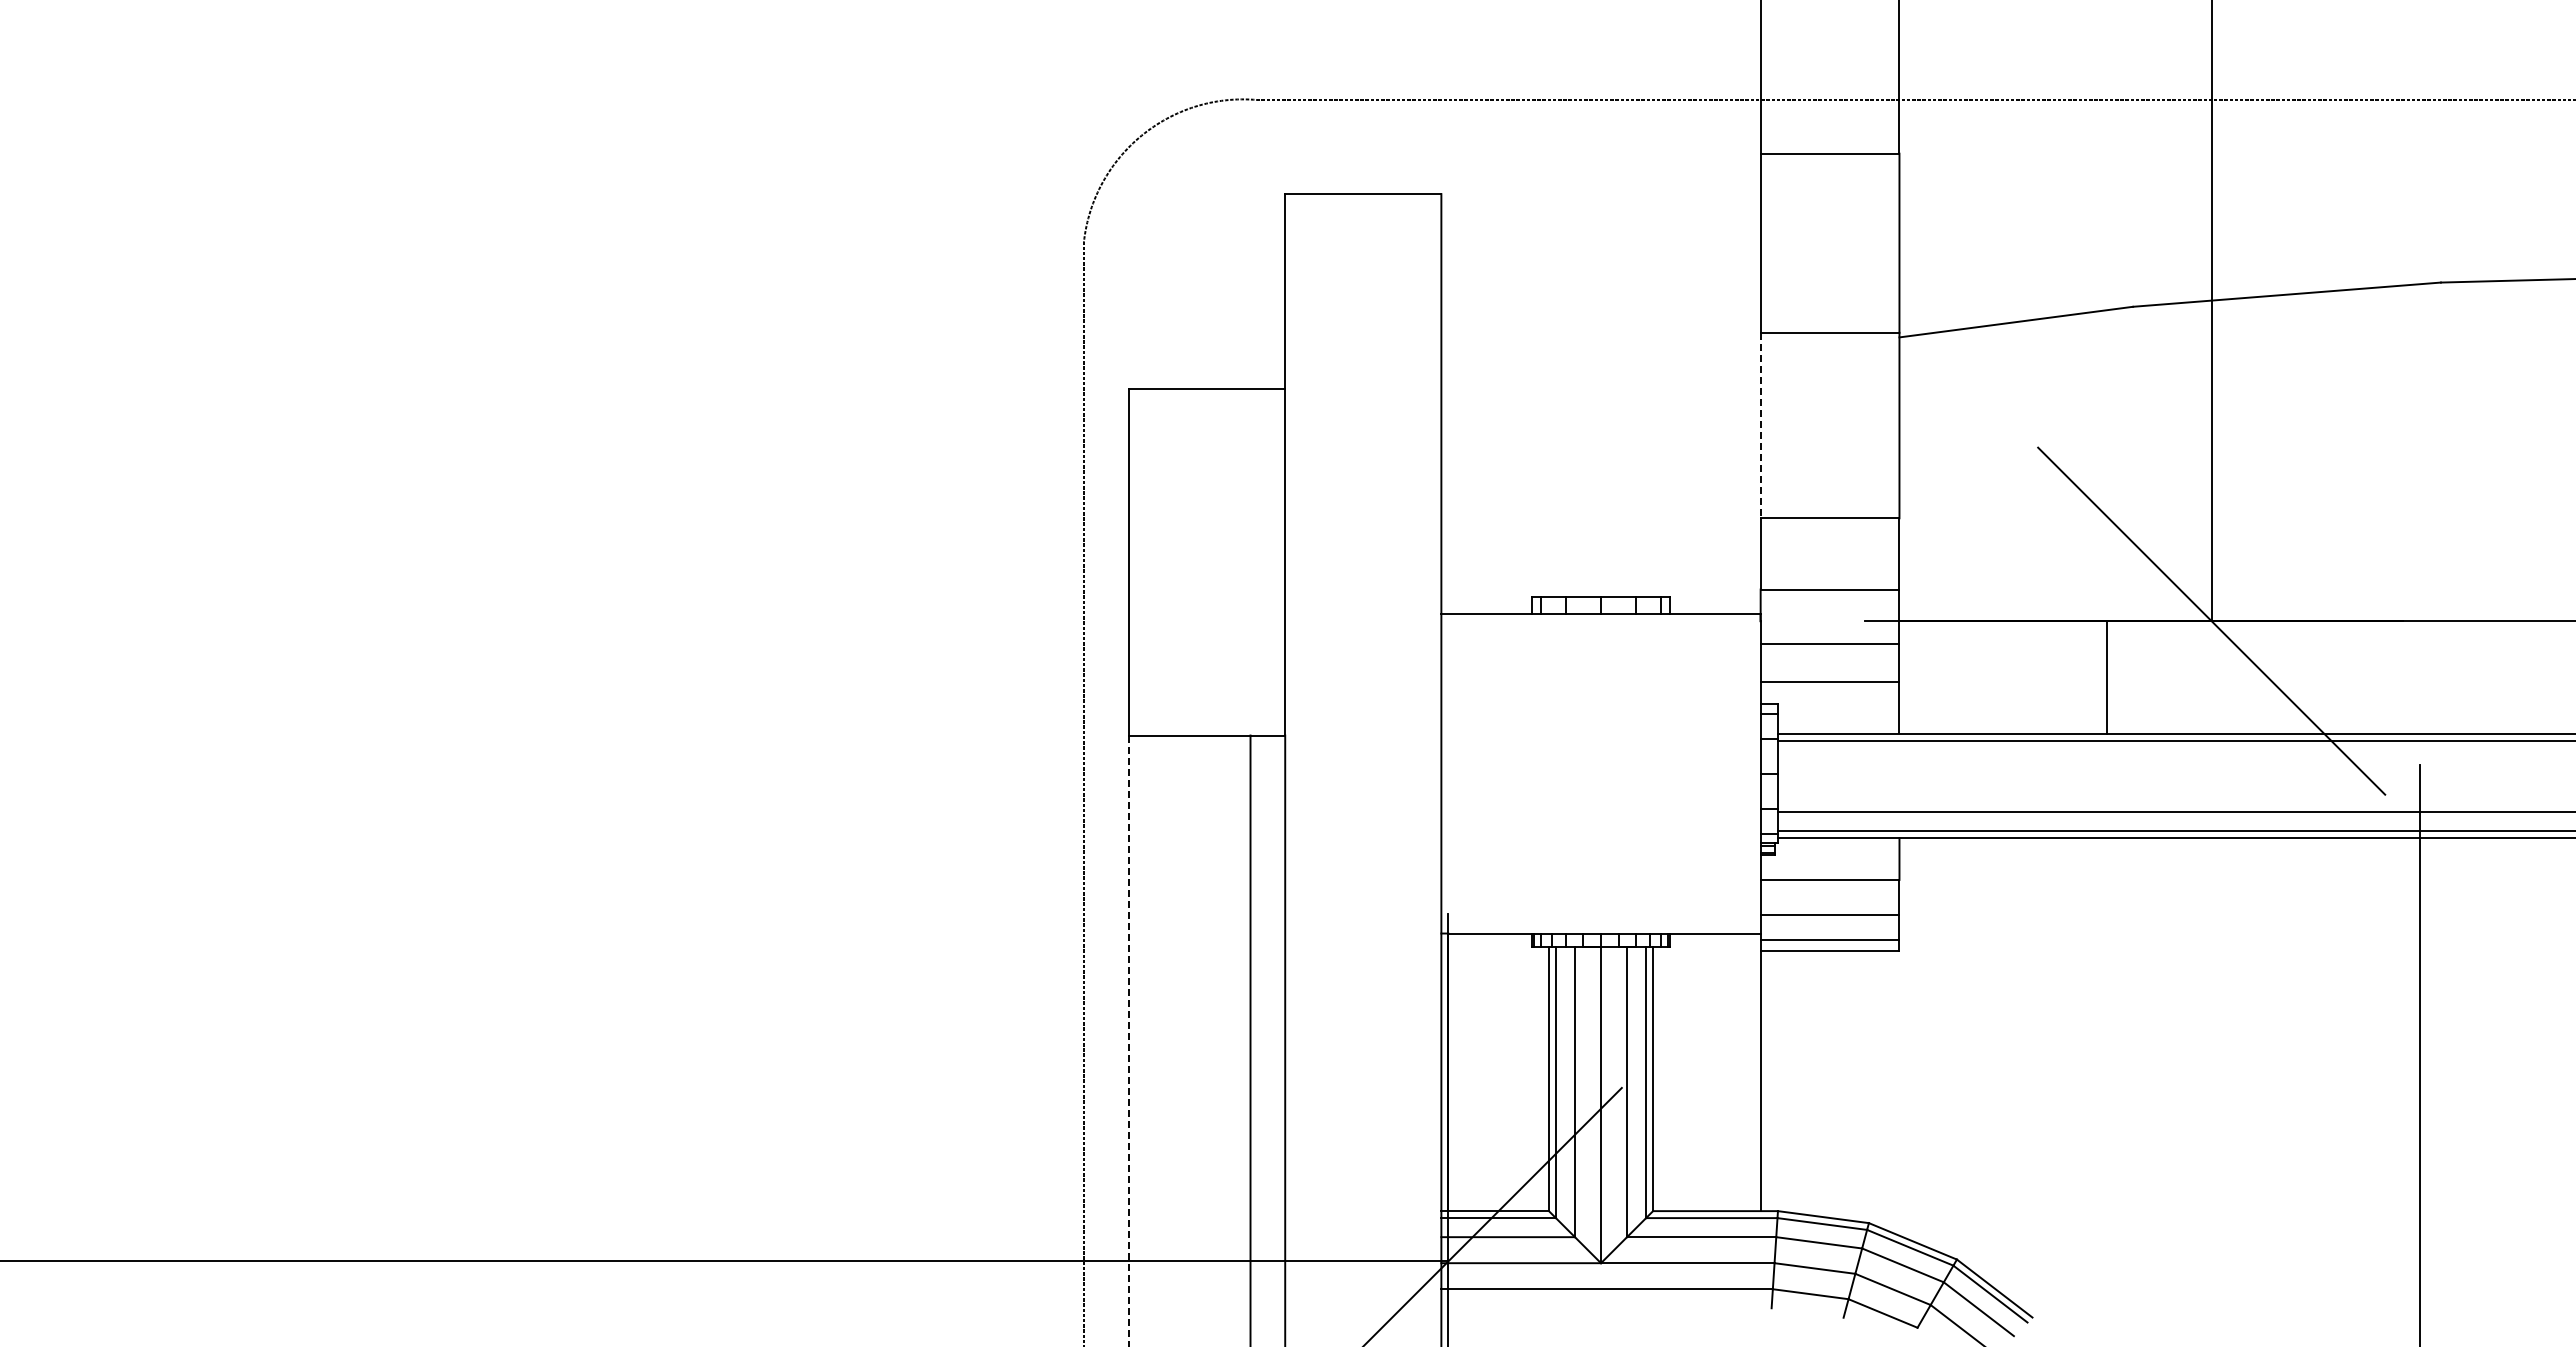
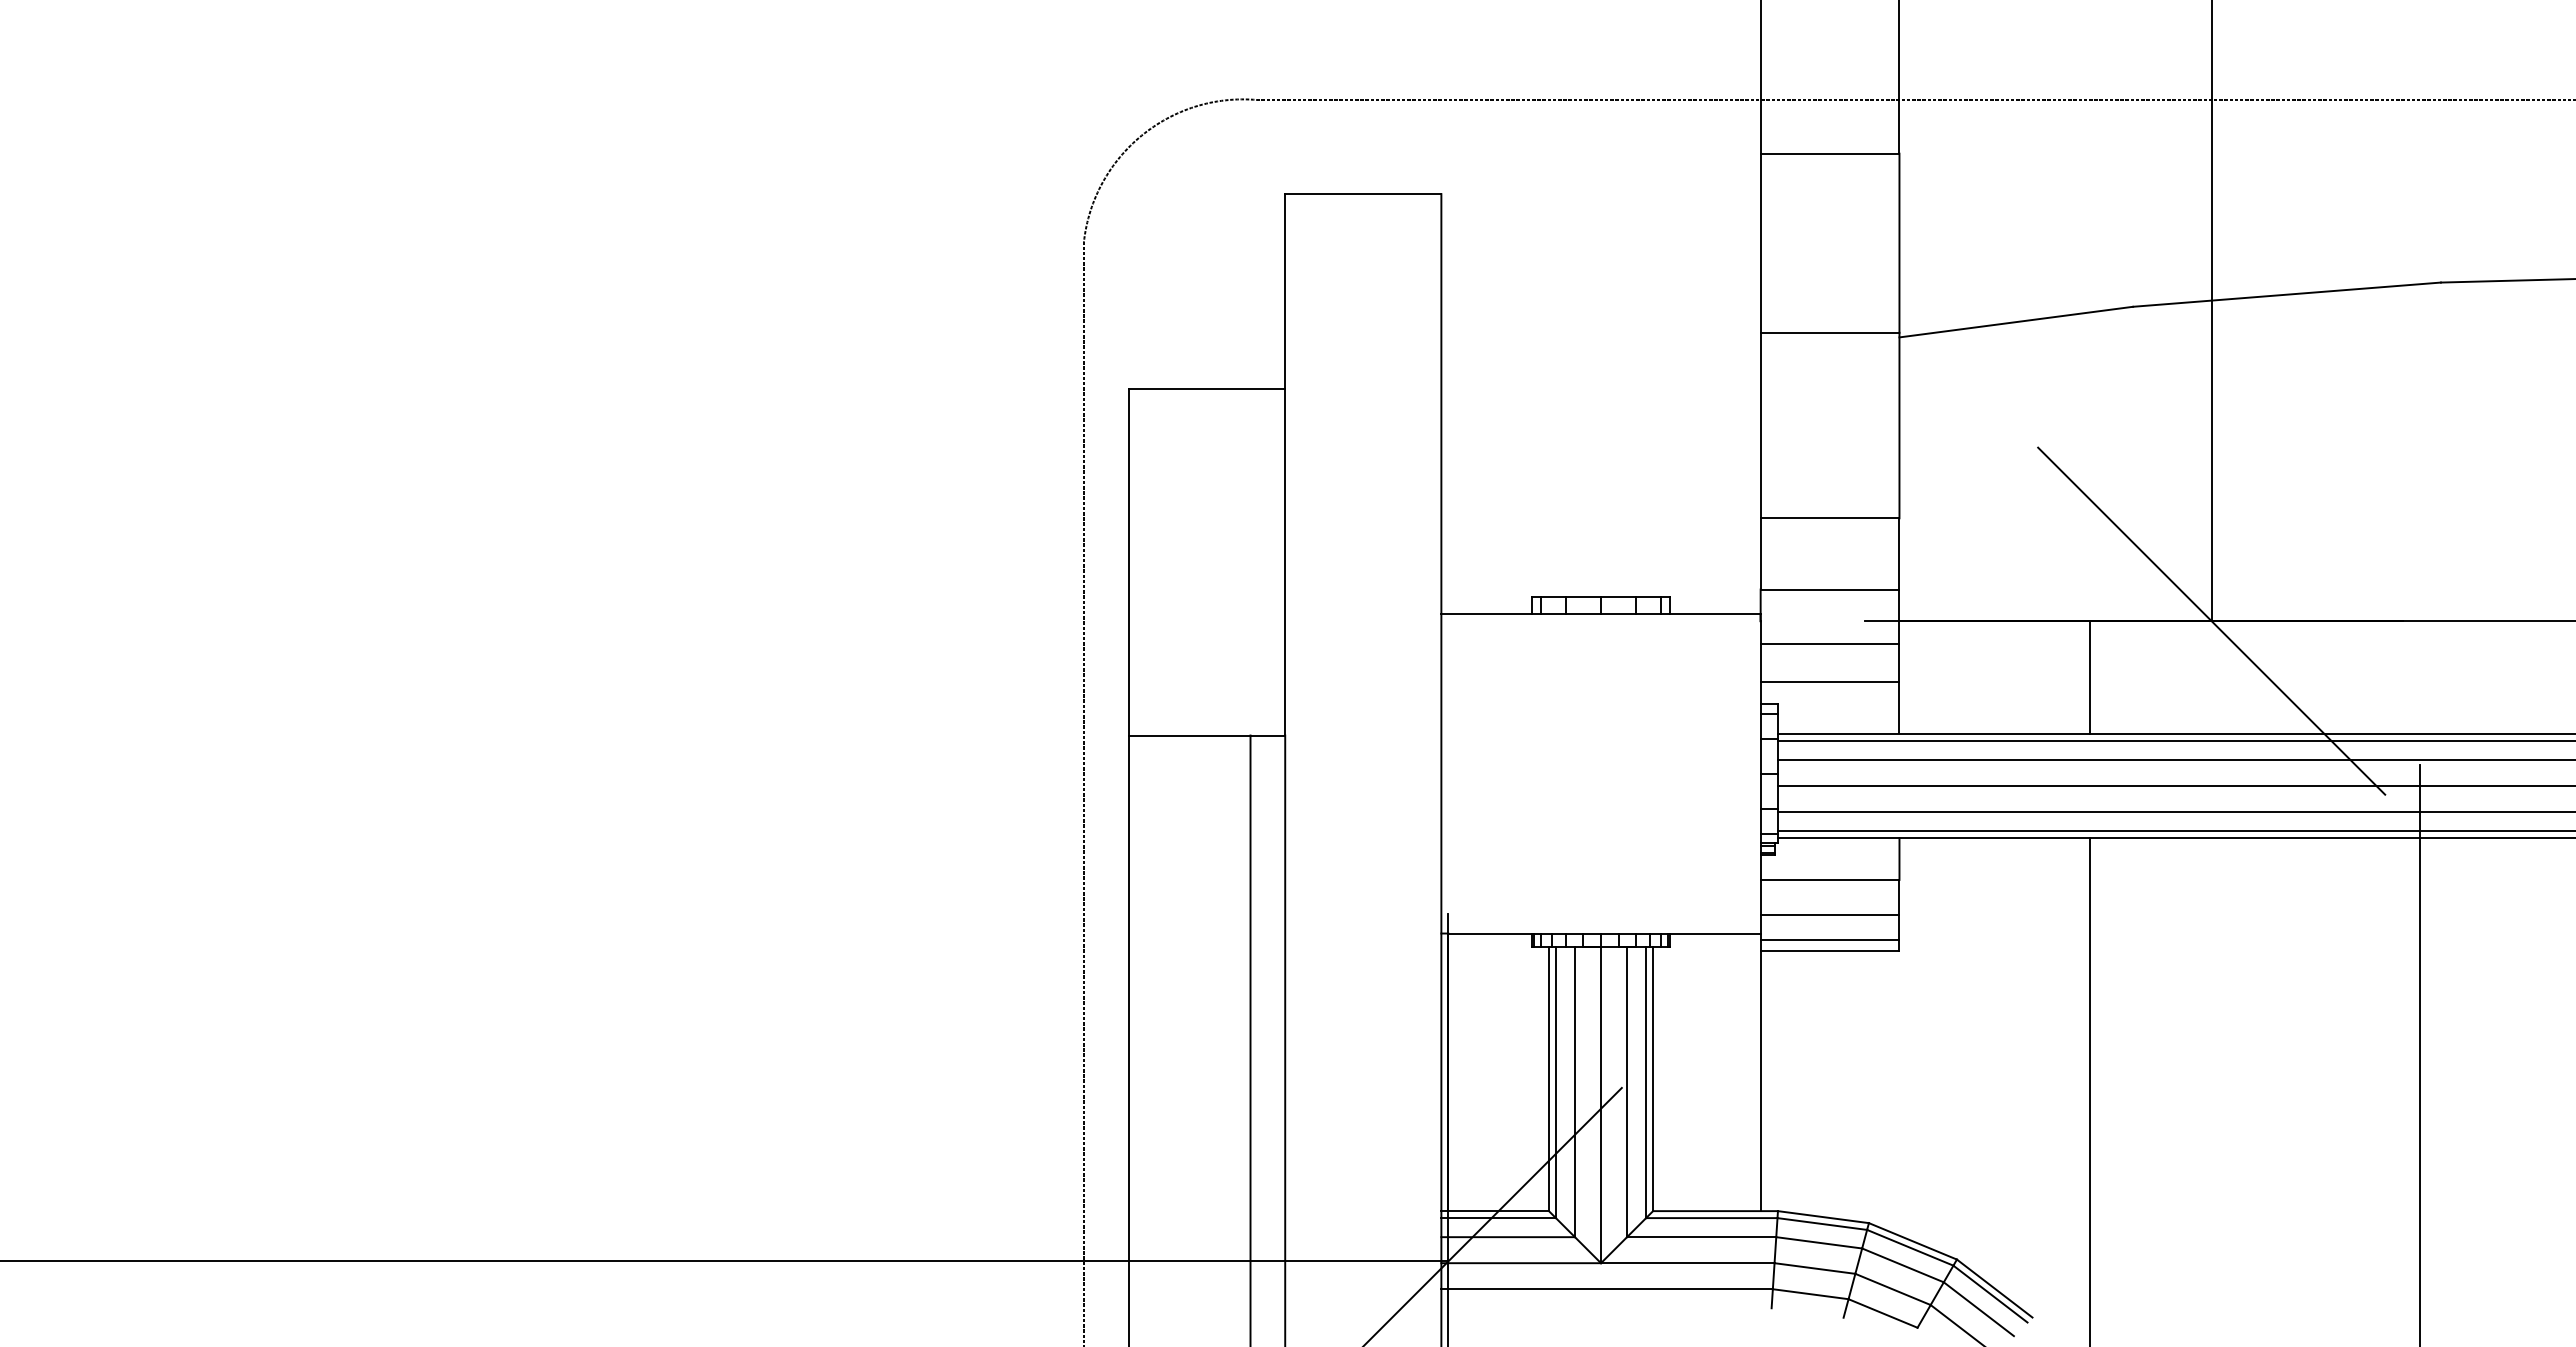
line at (1760, 425): dashed -> solid
line at (2107, 677) position: (2107, 677) -> (2090, 677)
line at (2175, 760): none -> present
line at (2175, 786): none -> present
line at (1129, 1041): dashed -> solid
line at (2090, 1090): none -> present
